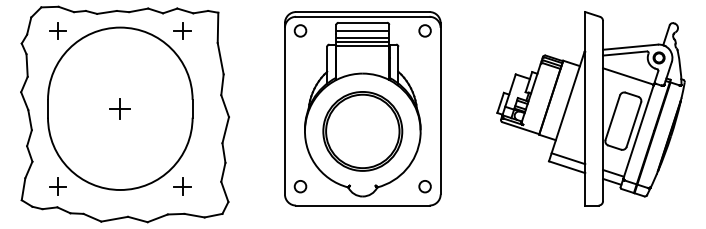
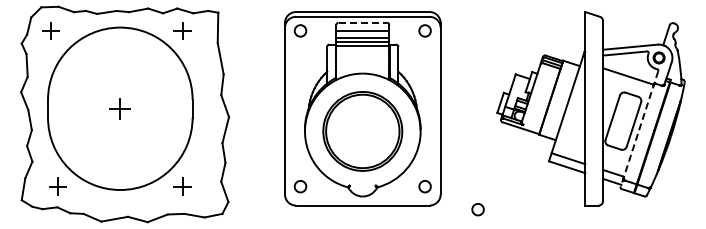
line at (363, 22): solid -> dashed
part at (57, 30) position: (57, 30) -> (50, 30)
line at (639, 129): solid -> dashed
circle at (477, 209): none -> present
